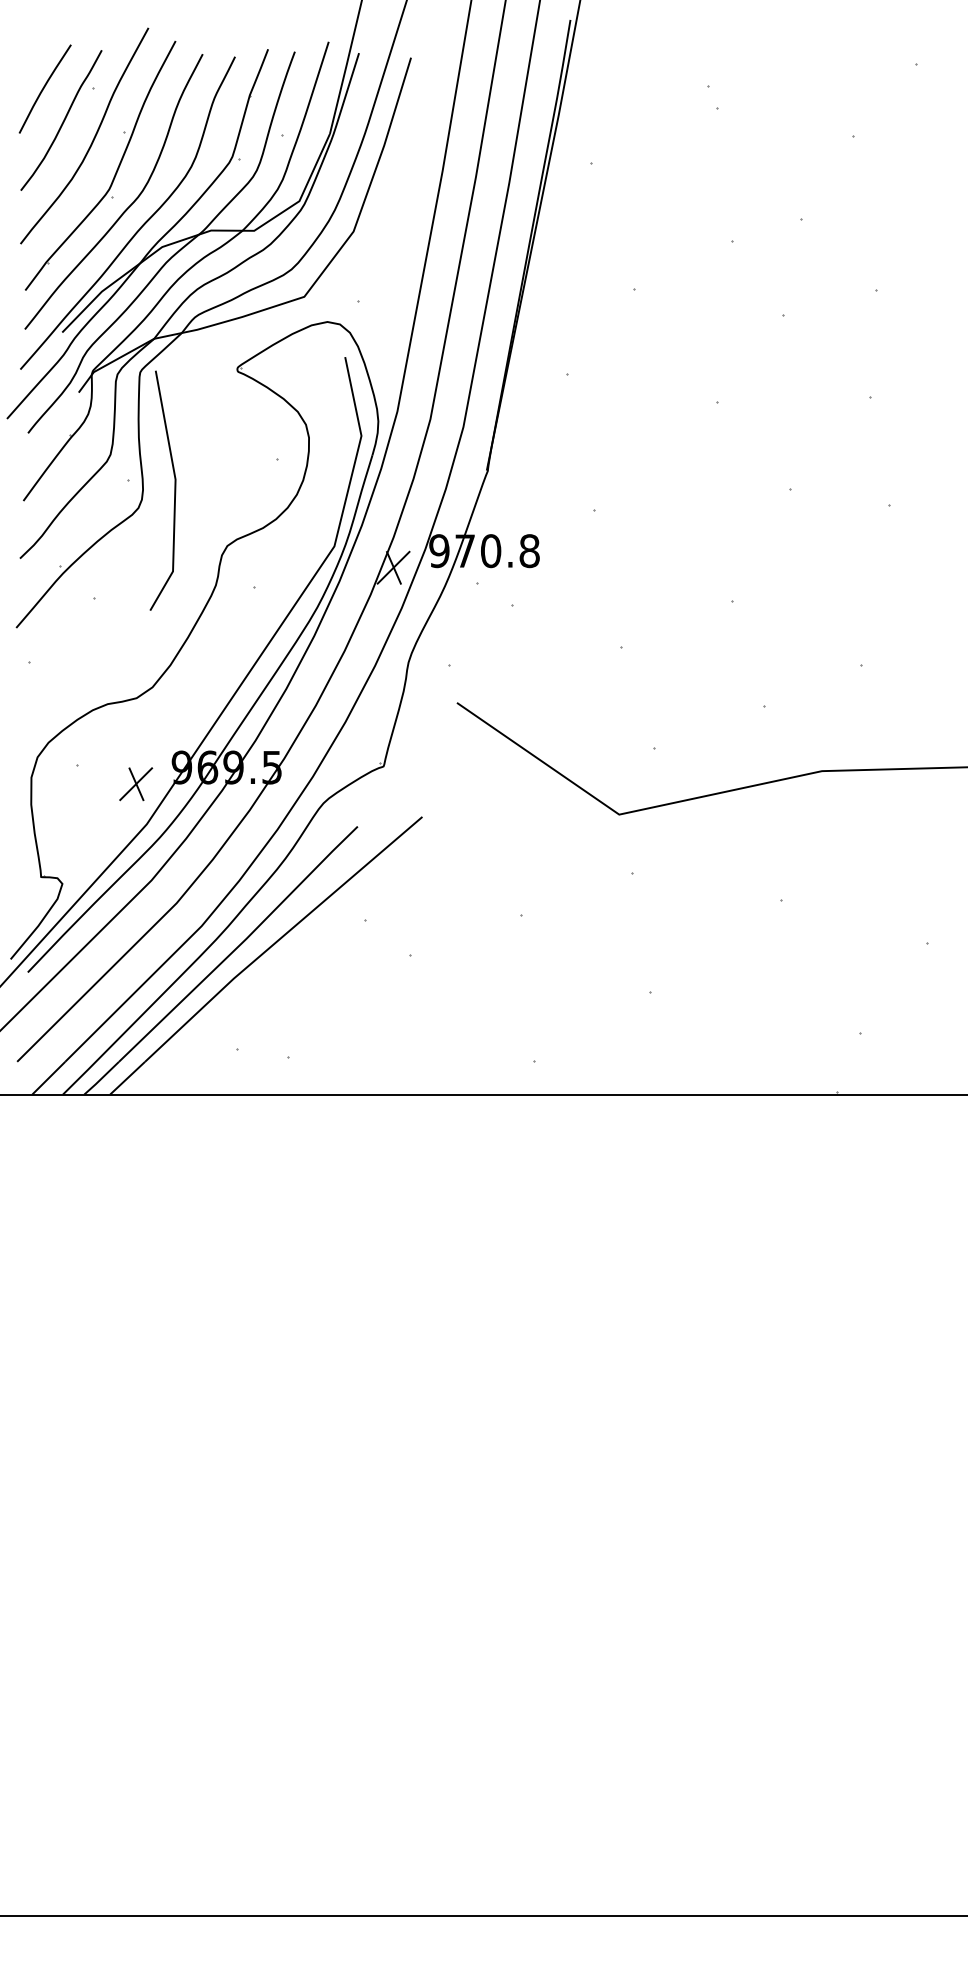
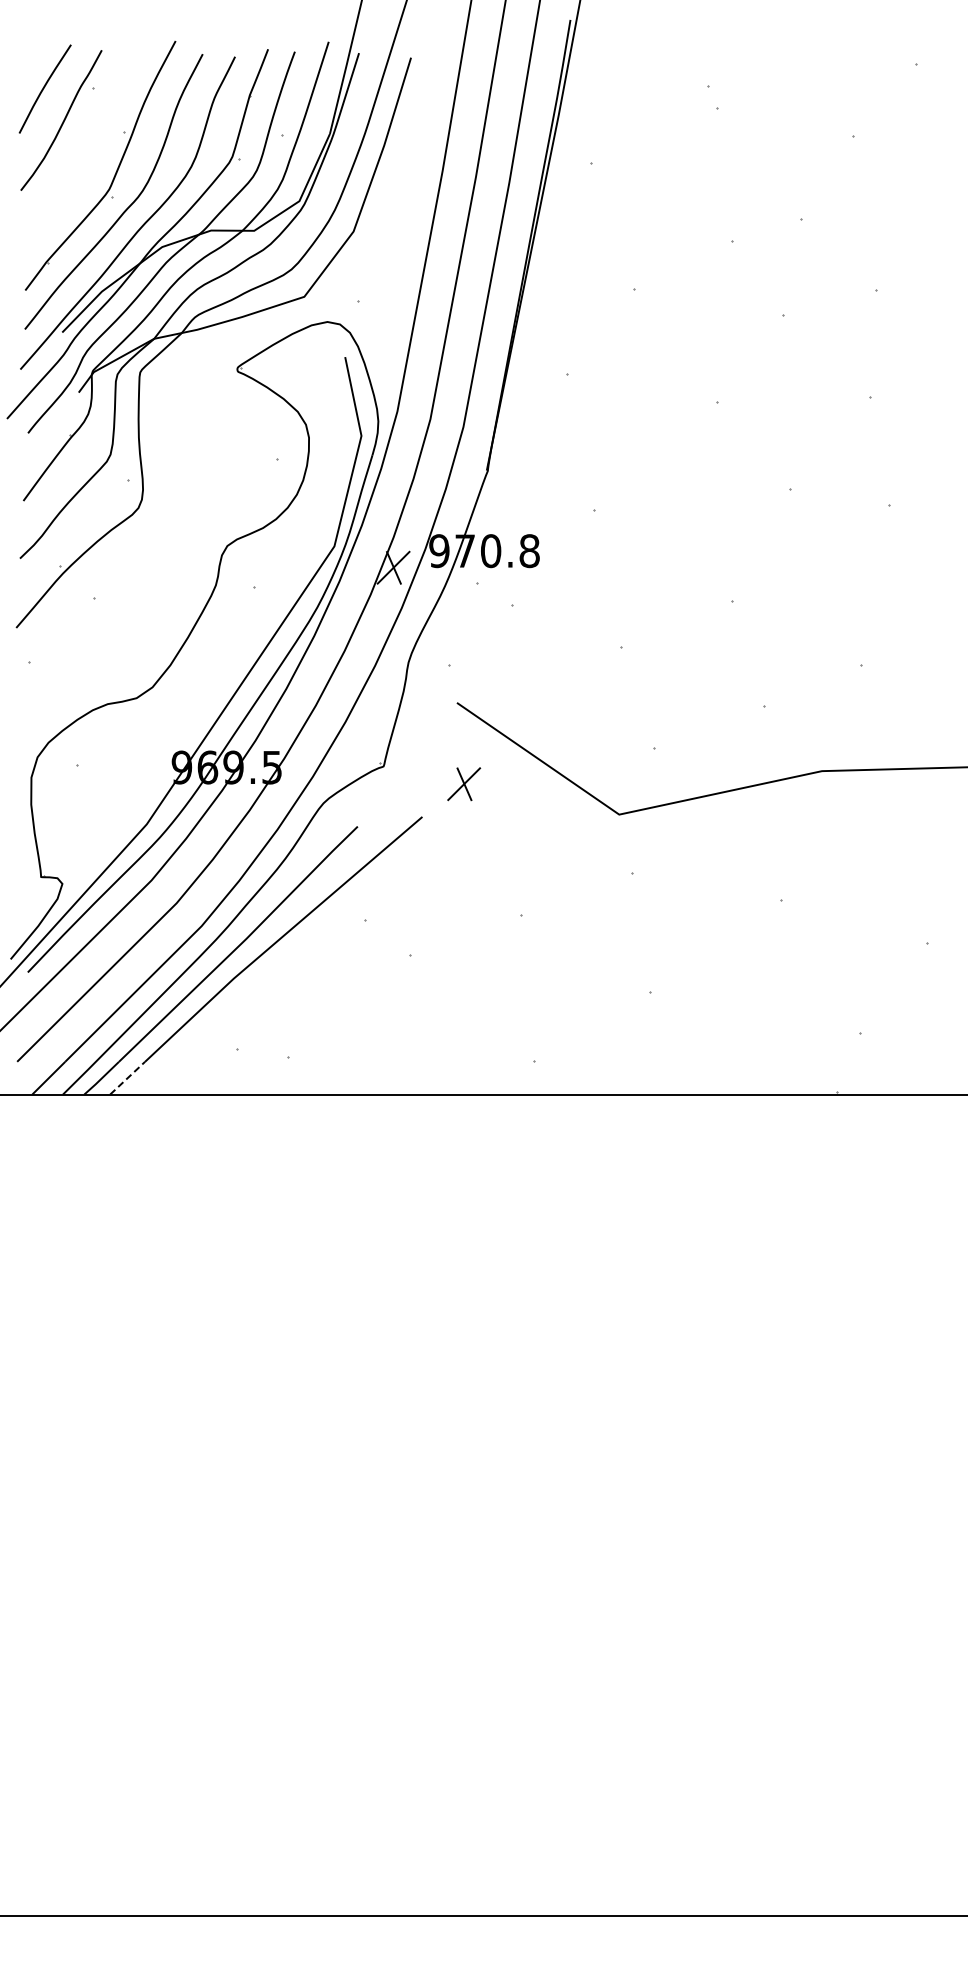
curve at (92, 139): present -> none
line at (174, 490): present -> none
part at (136, 784) position: (136, 784) -> (464, 784)
line at (127, 1078): solid -> dashed
